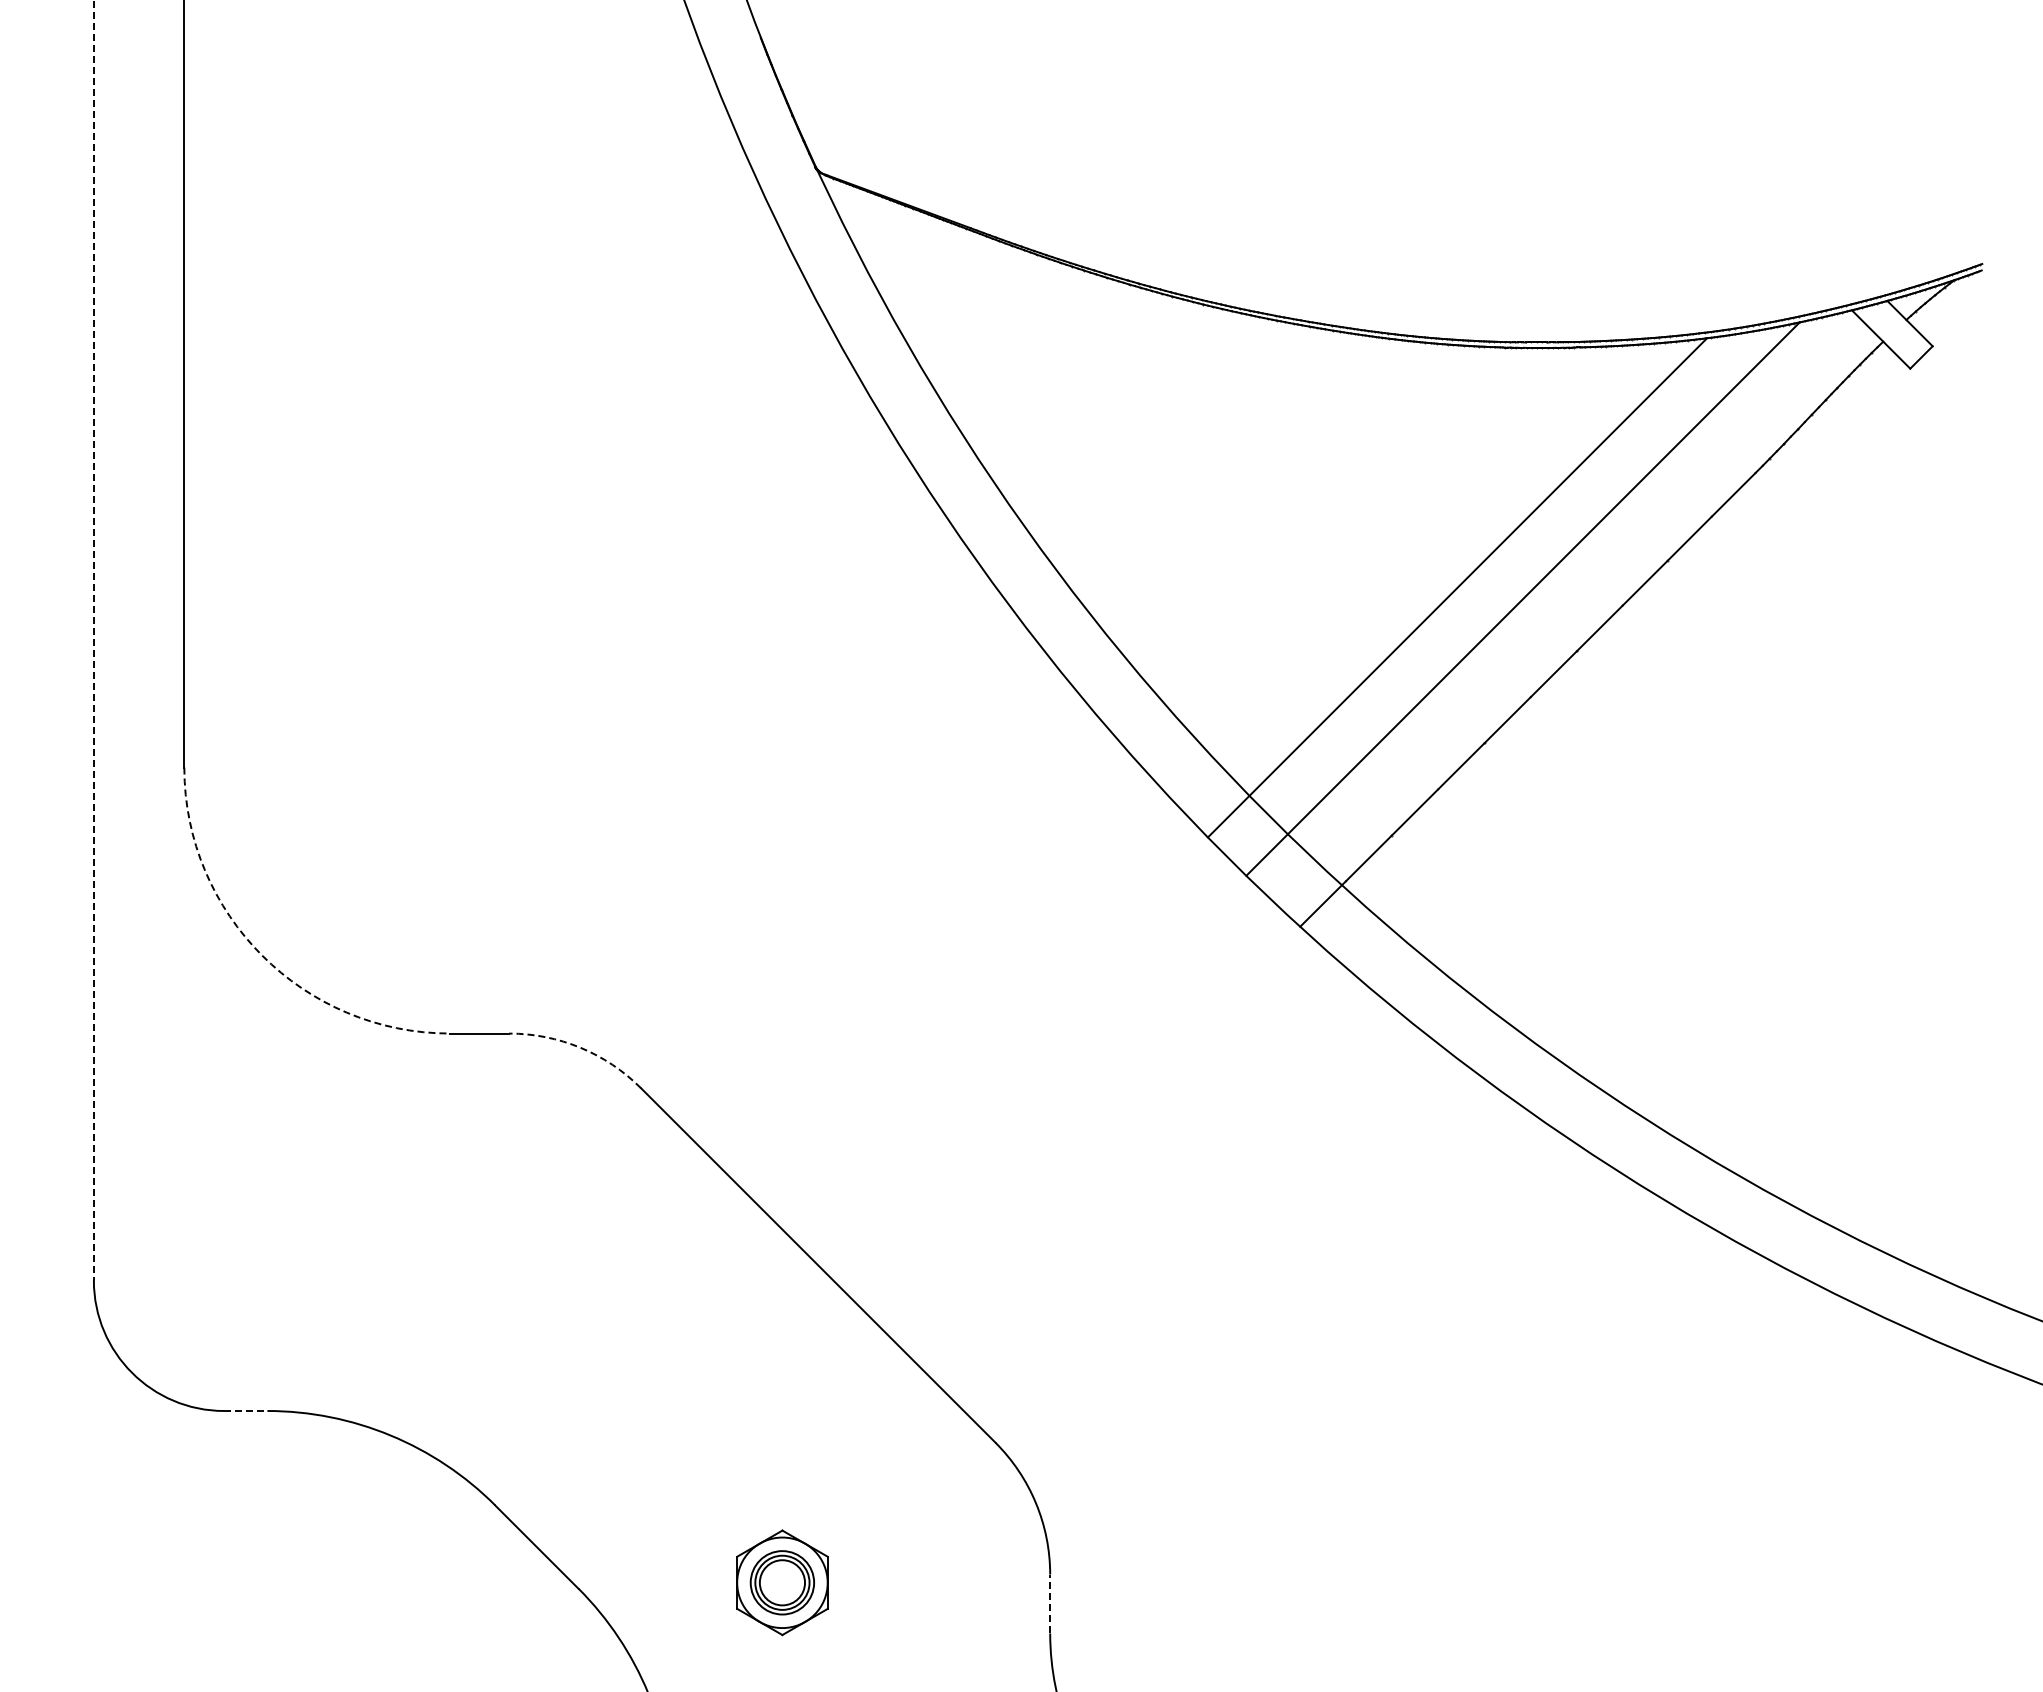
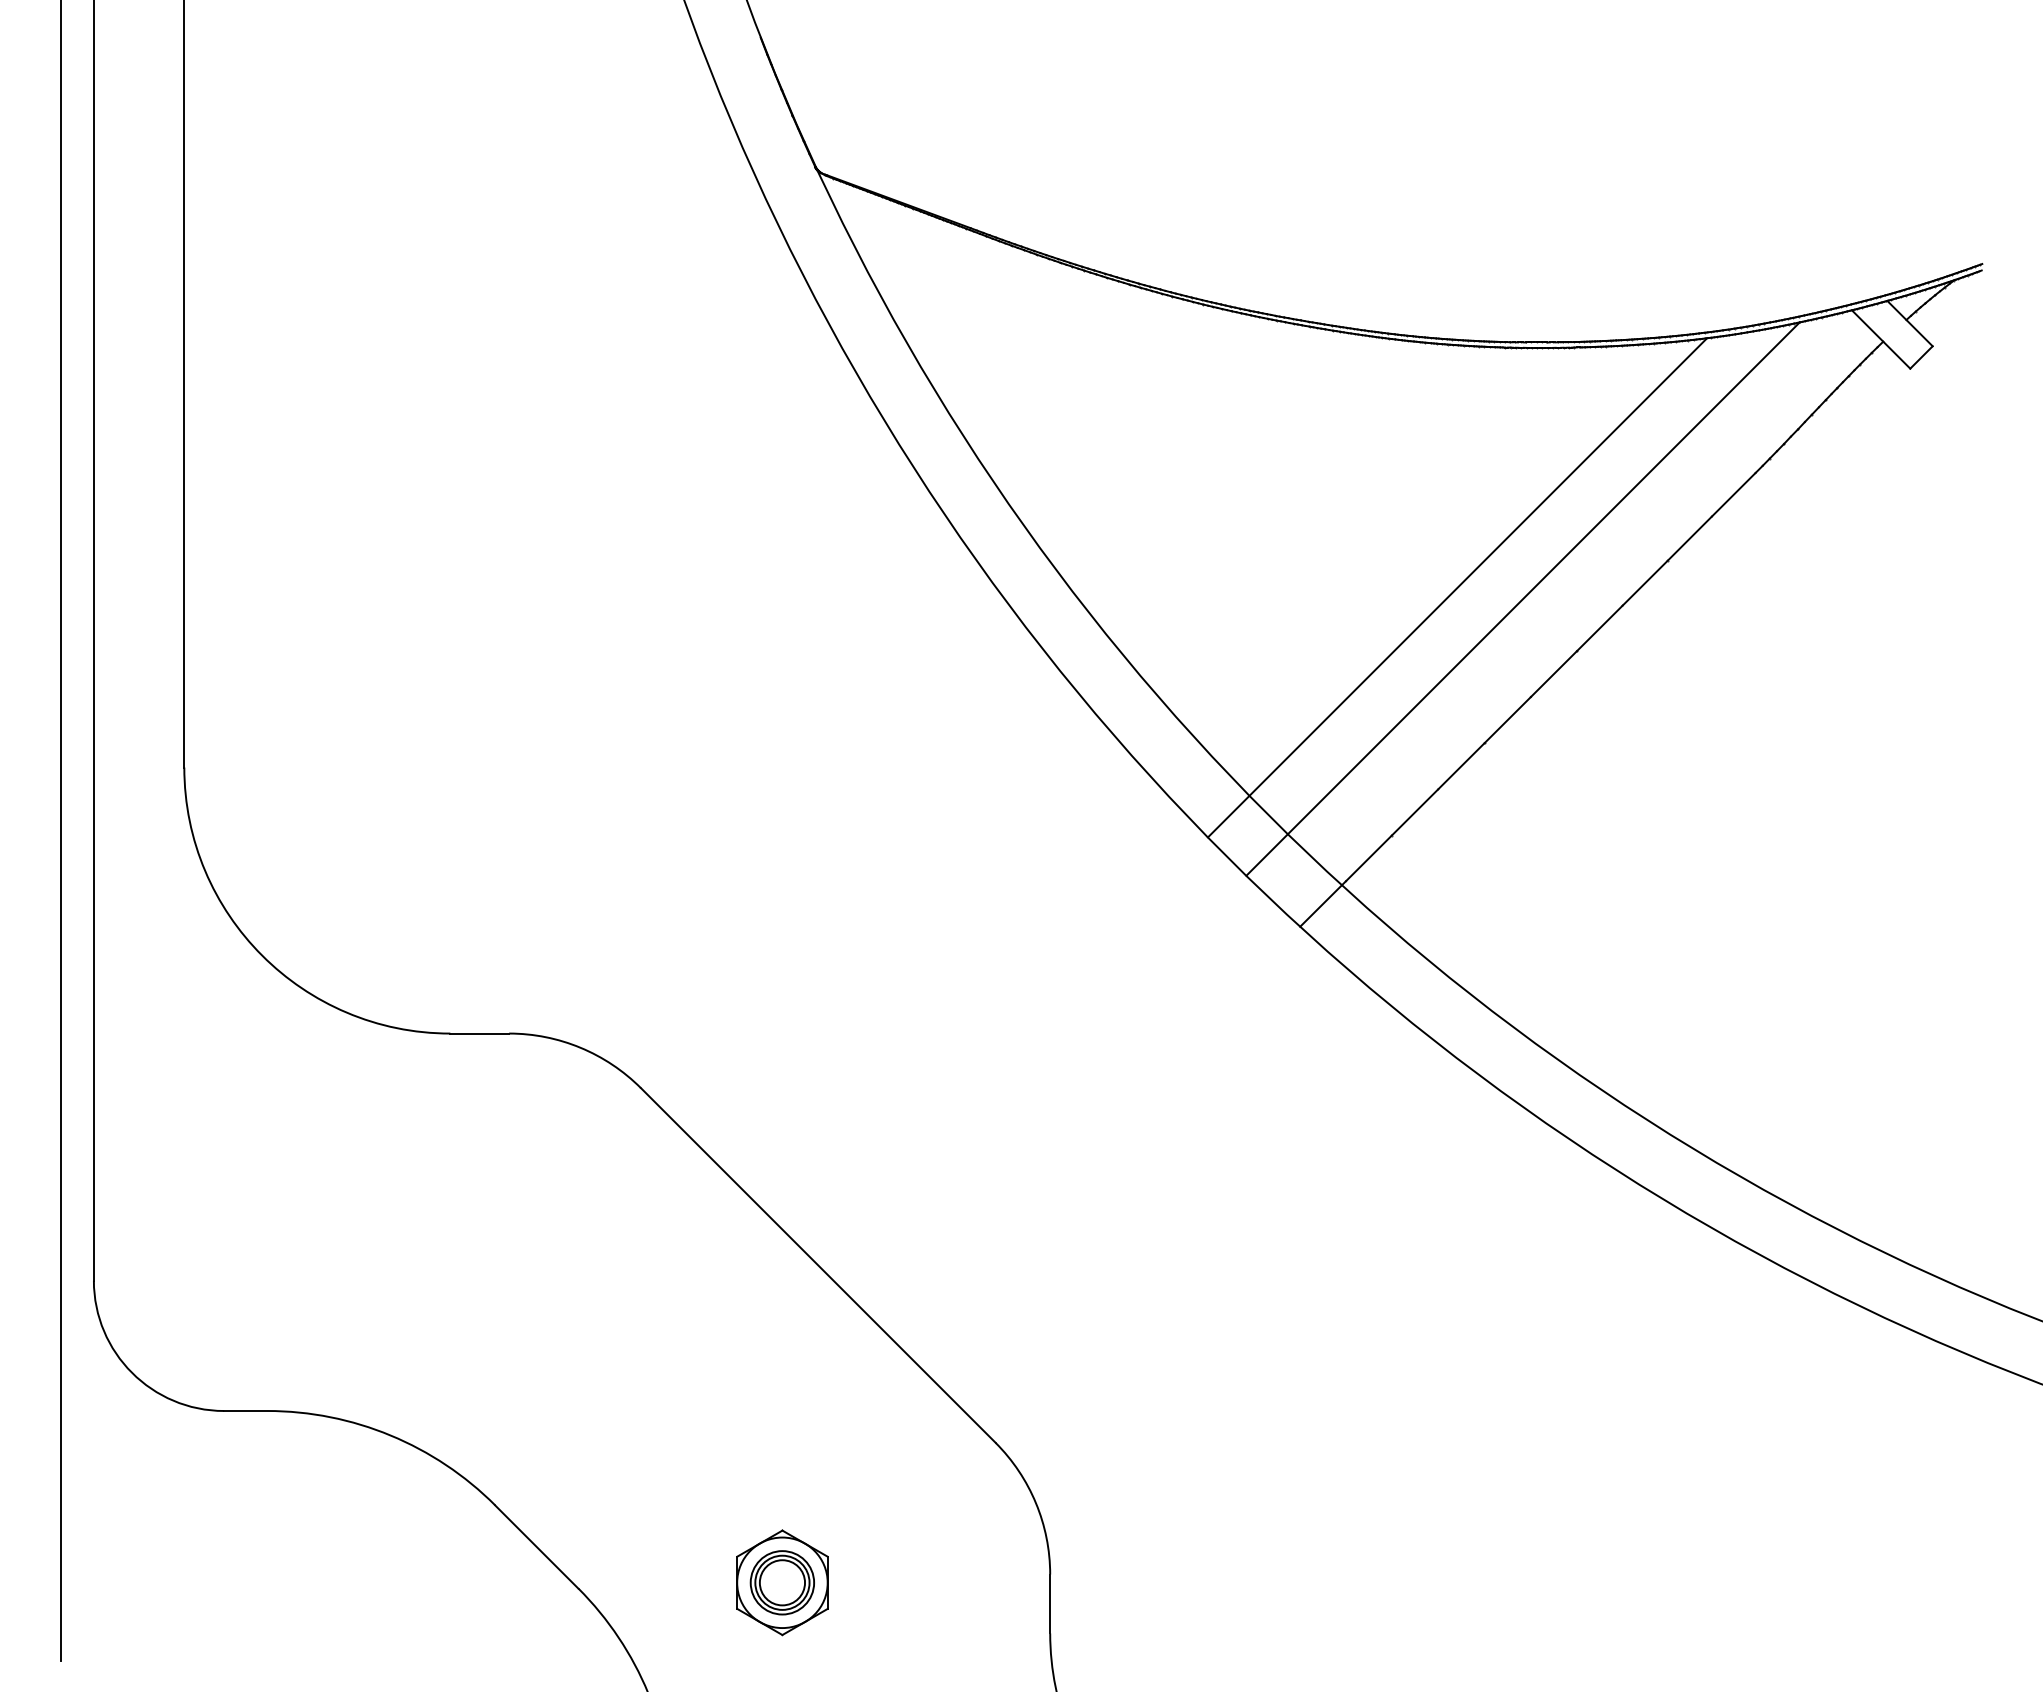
line at (93, 640): dashed -> solid
line at (61, 831): none -> present
arc at (262, 955): dashed -> solid
arc at (580, 1047): dashed -> solid
line at (245, 1410): dashed -> solid
line at (1050, 1603): dashed -> solid
